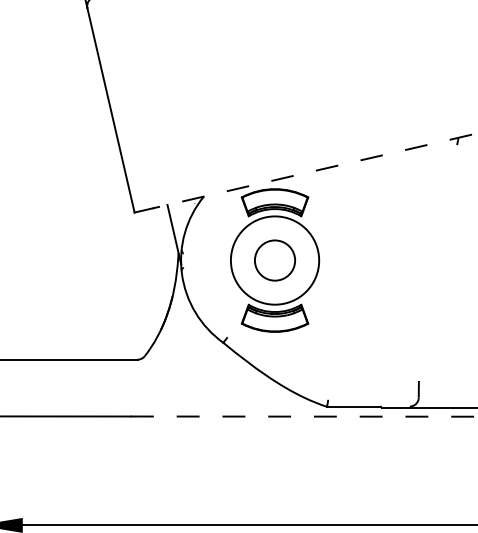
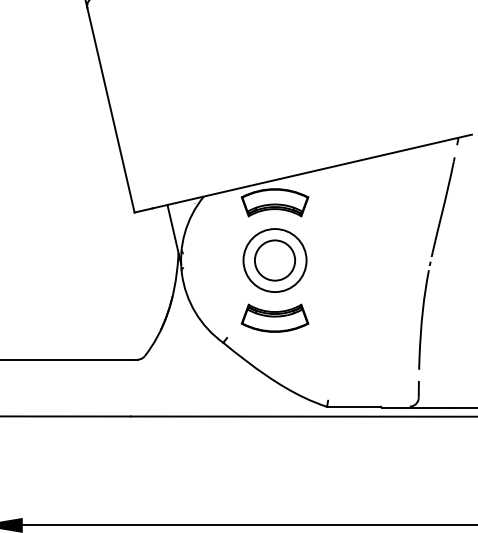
line at (312, 171): dashed -> solid
circle at (274, 260) diameter: 88 px -> 63 px
part at (436, 263): none -> present
line at (304, 416): dashed -> solid
